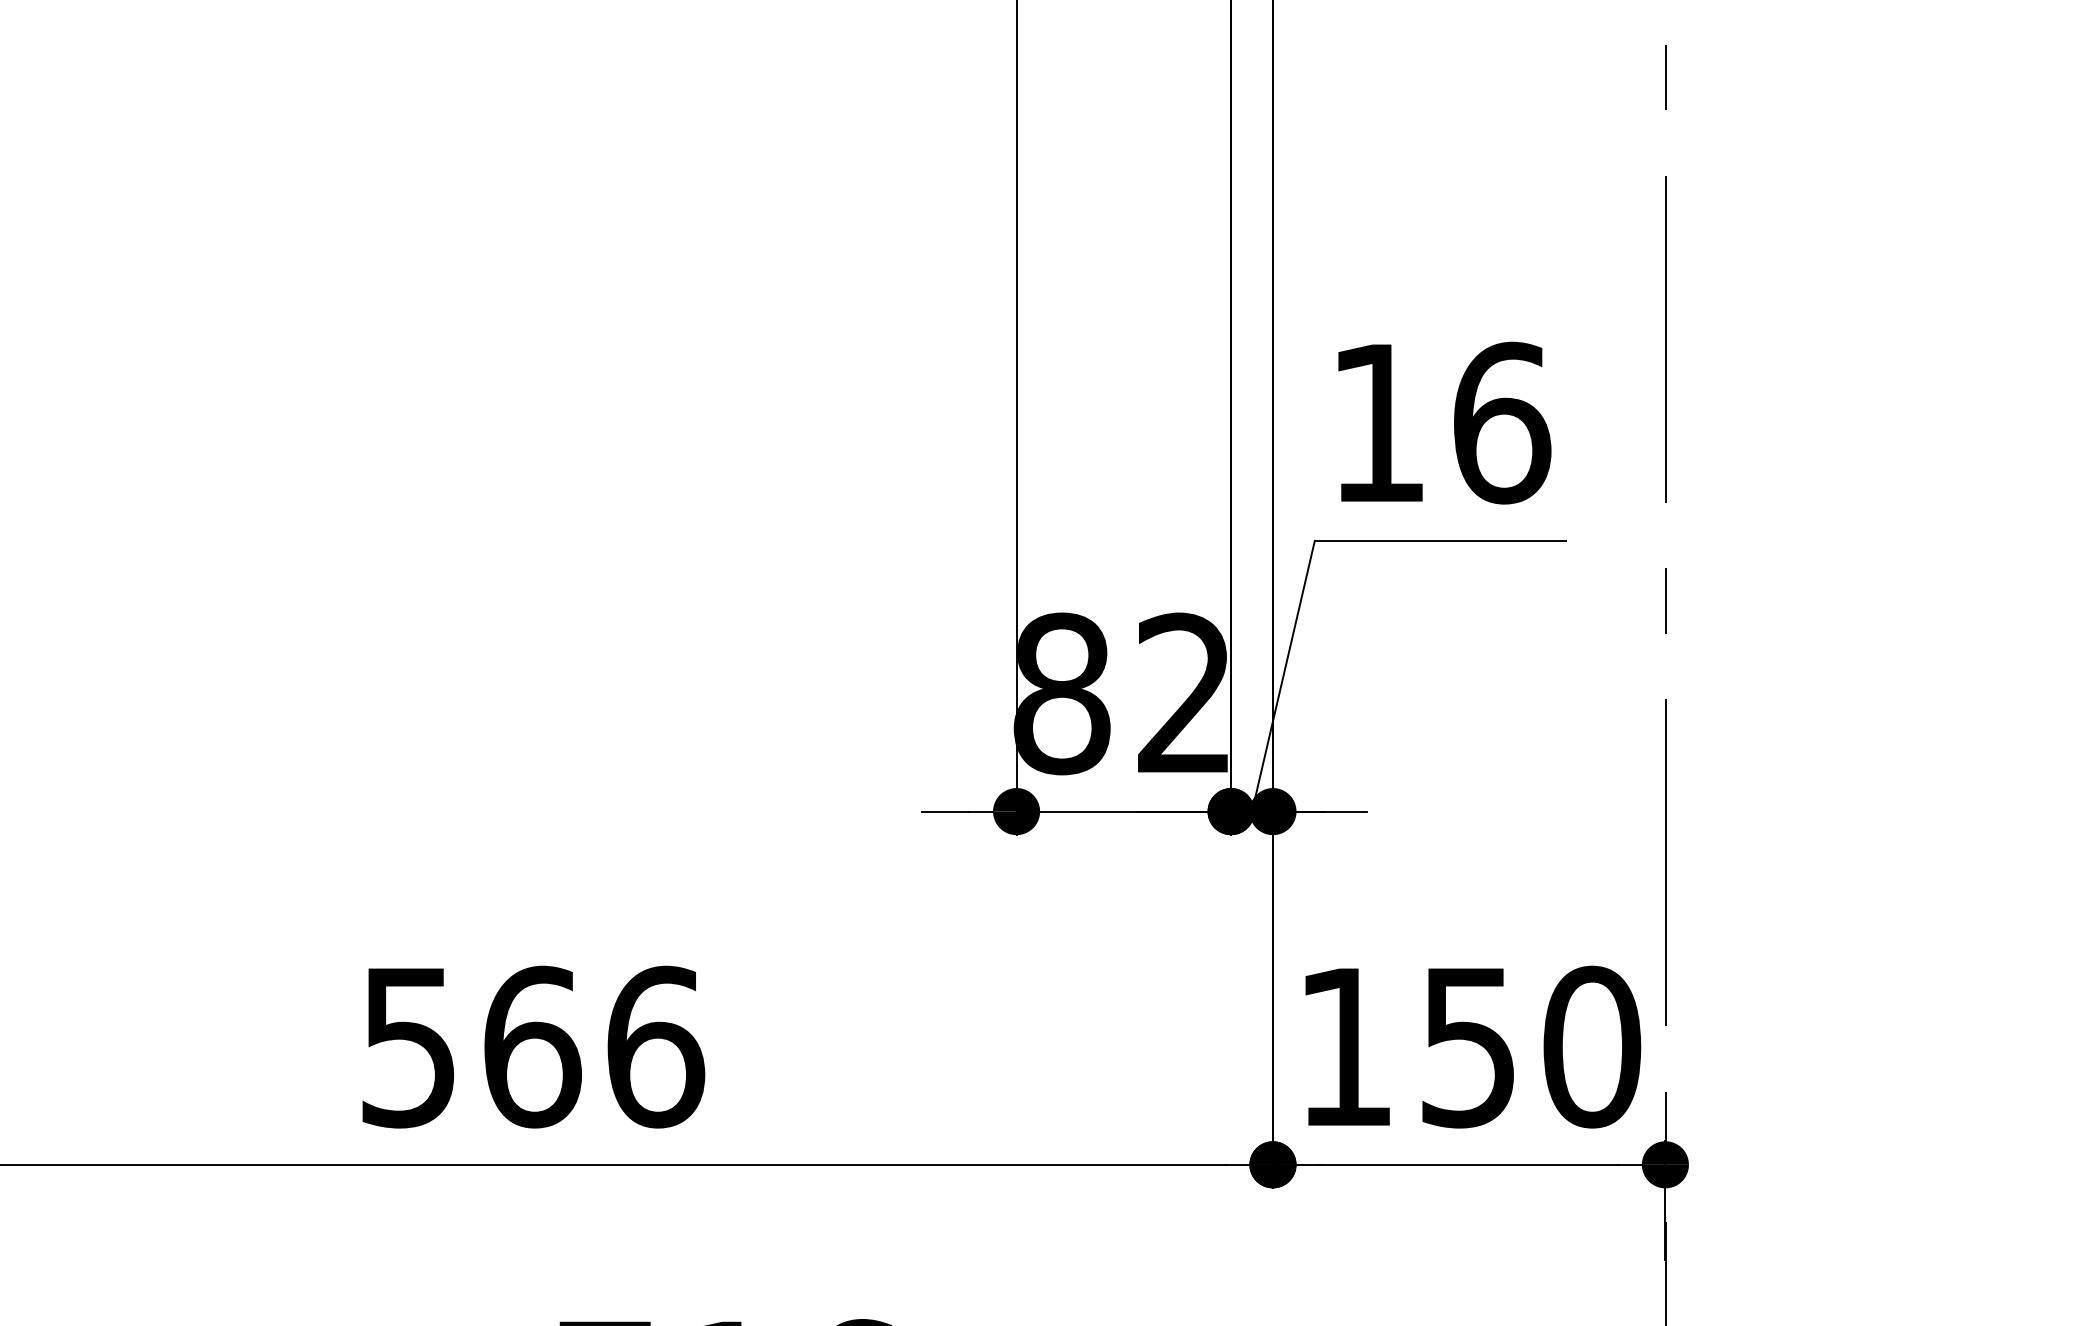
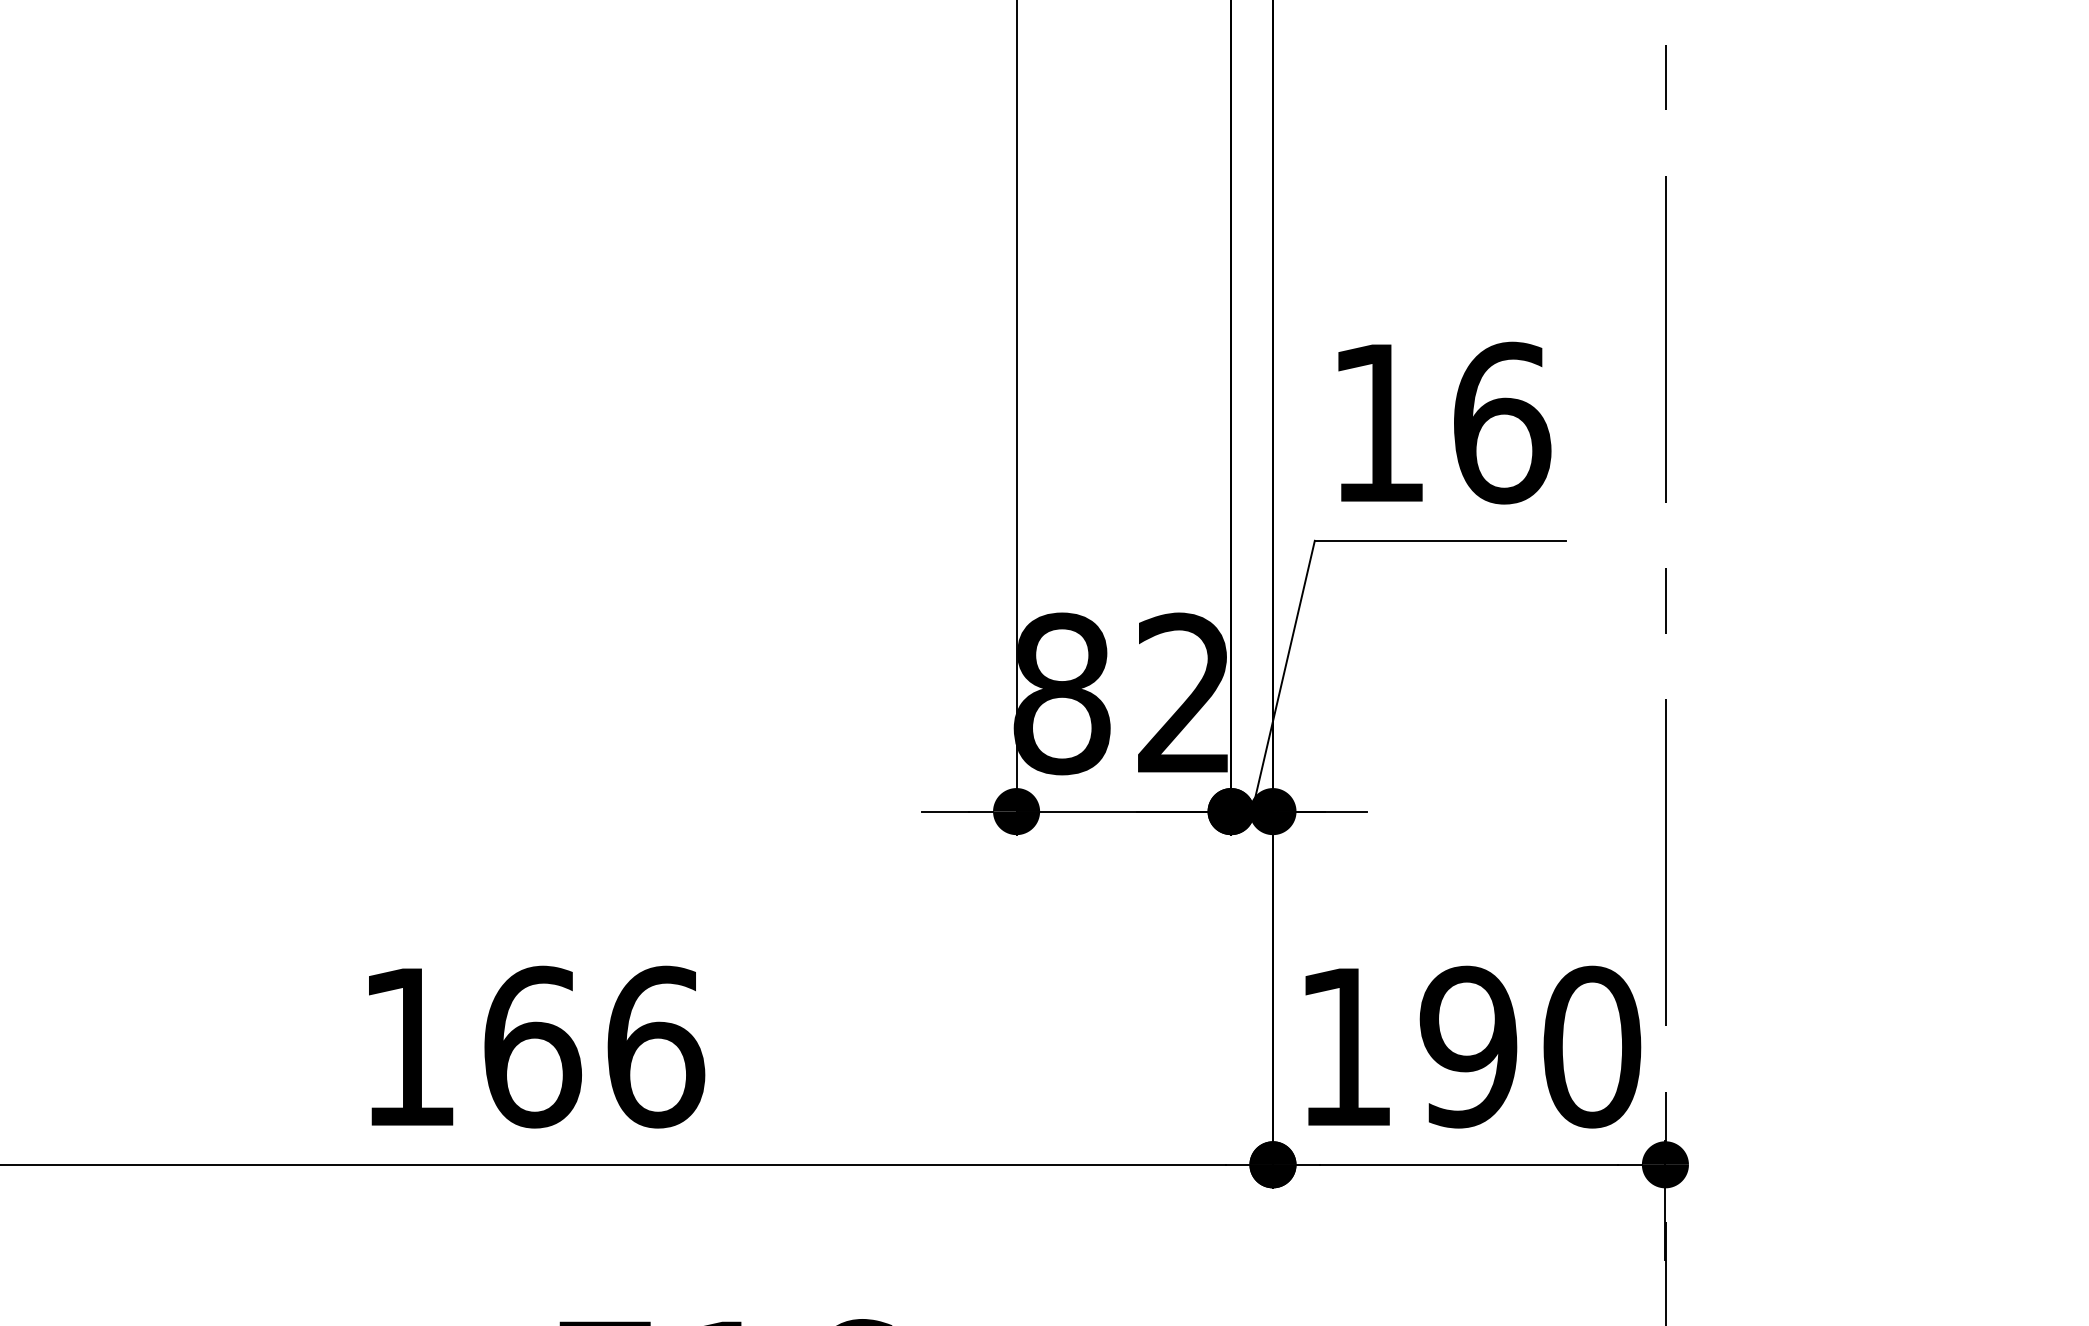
text at (1468, 1046): 150 -> 190
text at (408, 1048): 566 -> 166
